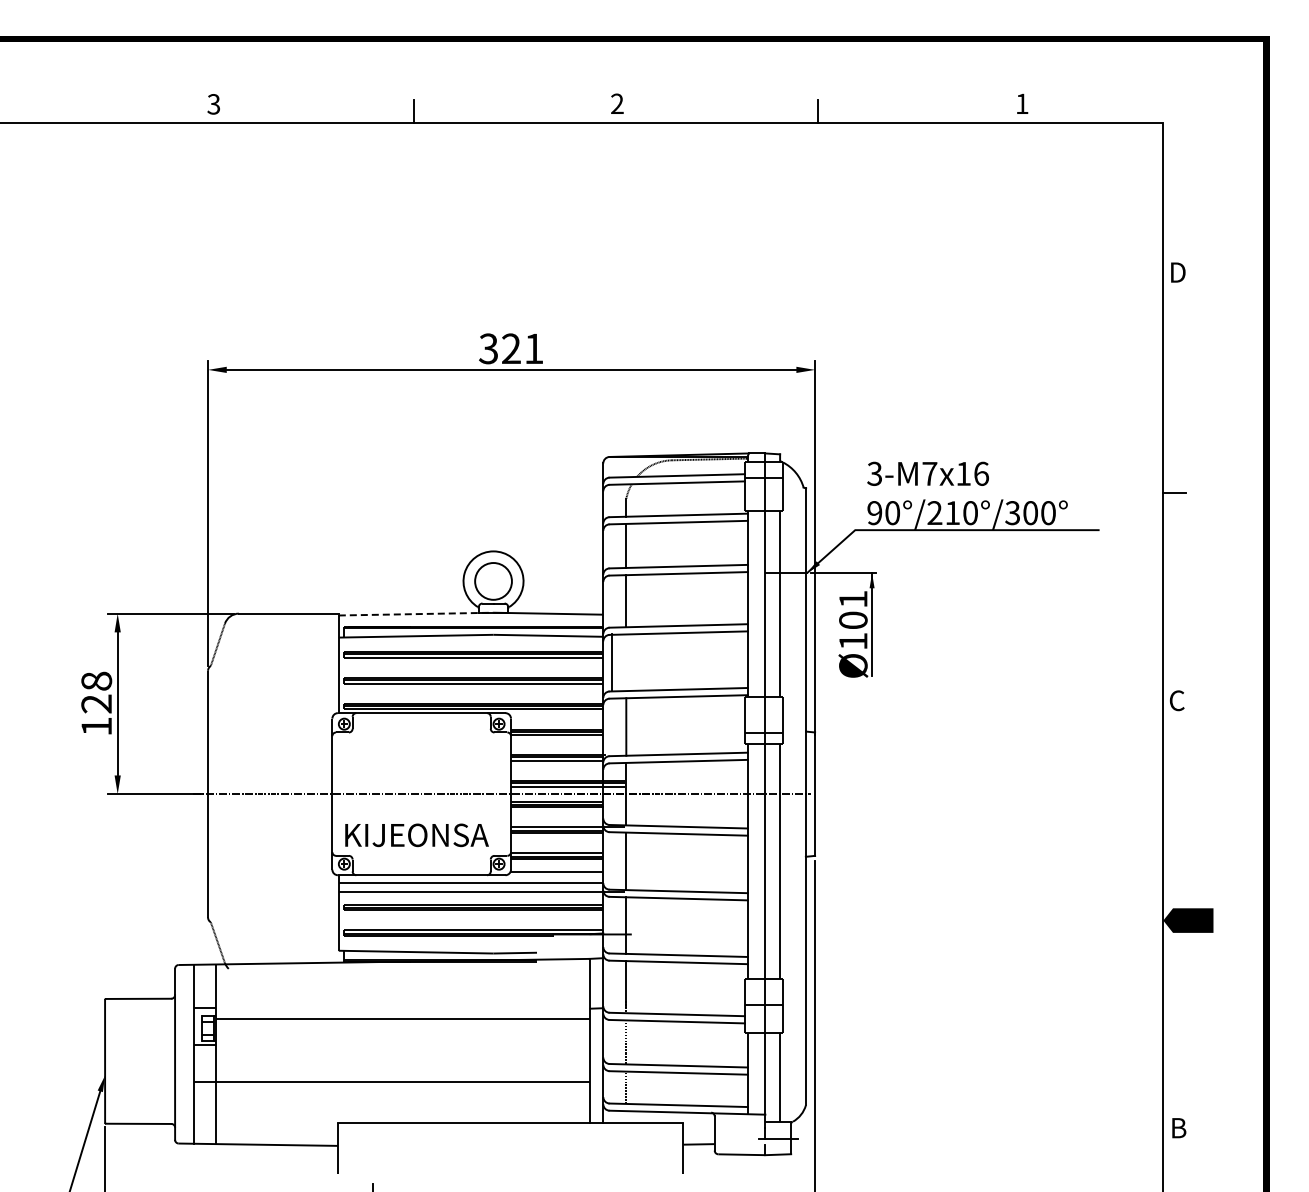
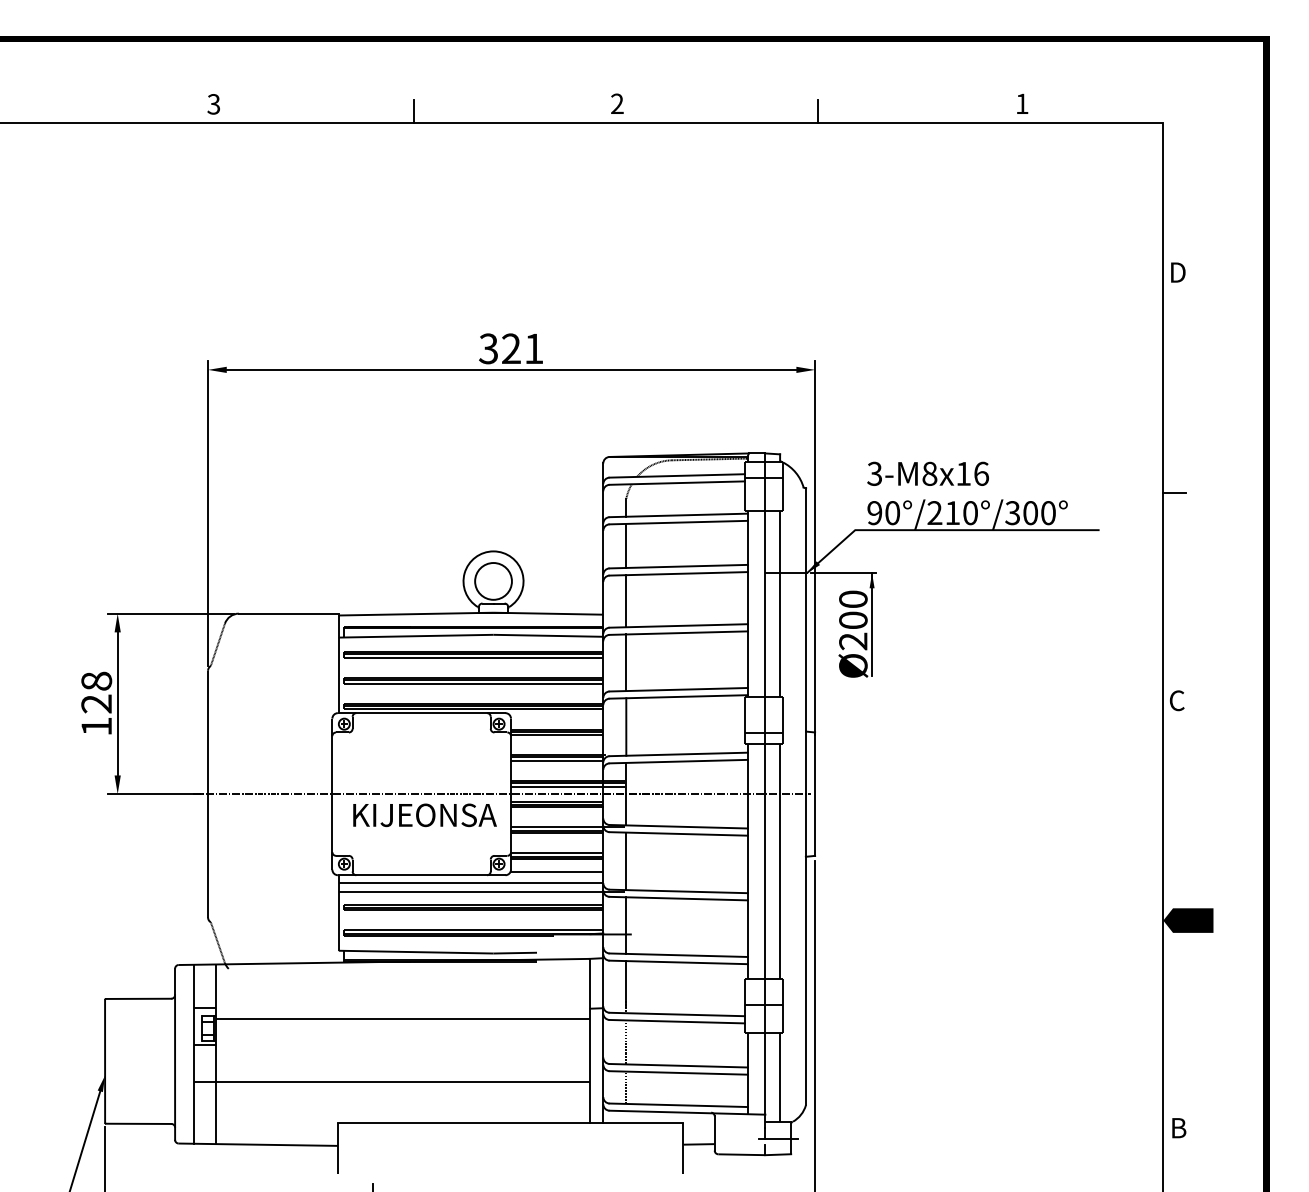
text at (929, 473): 3-M7x16 -> 3-M8x16
line at (416, 614): dashed -> solid
text at (853, 620): 101 -> 200
line at (612, 662) position: (612, 662) -> (626, 662)
text at (416, 835) position: (416, 835) -> (424, 815)
